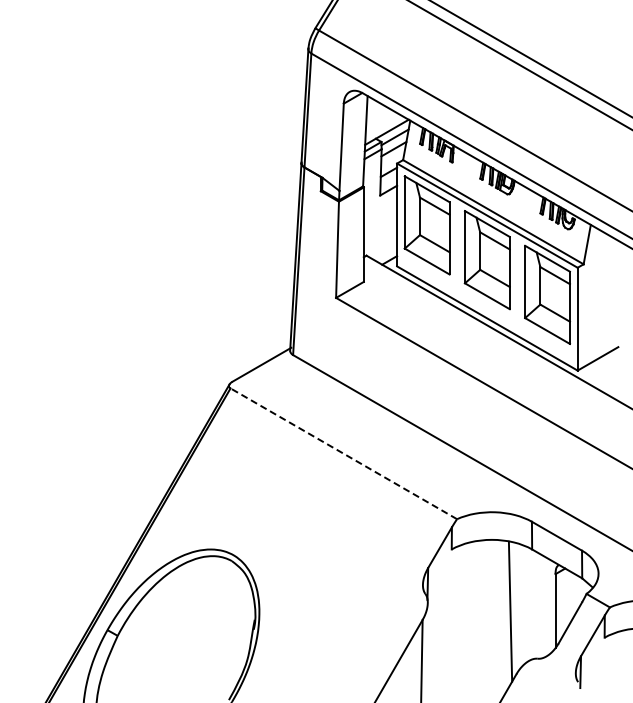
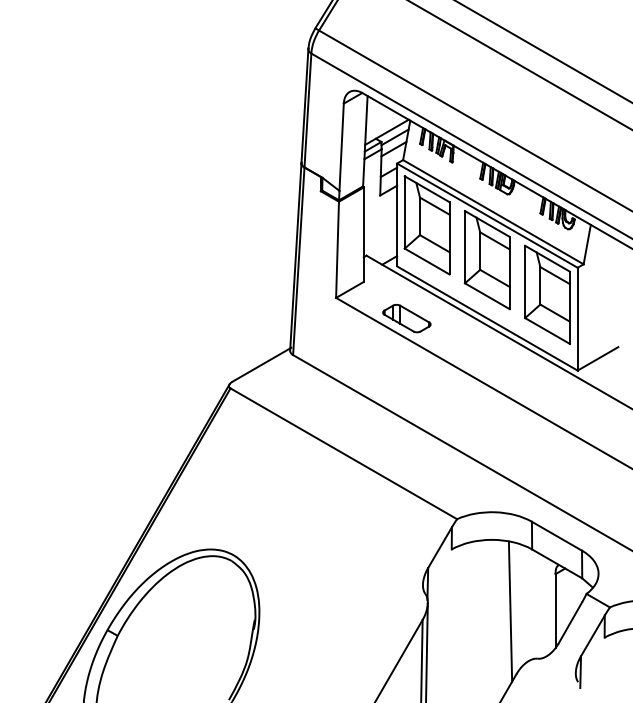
line at (530, 58) position: (530, 58) -> (543, 51)
part at (406, 318): none -> present
line at (343, 453): dashed -> solid
line at (426, 651): none -> present
